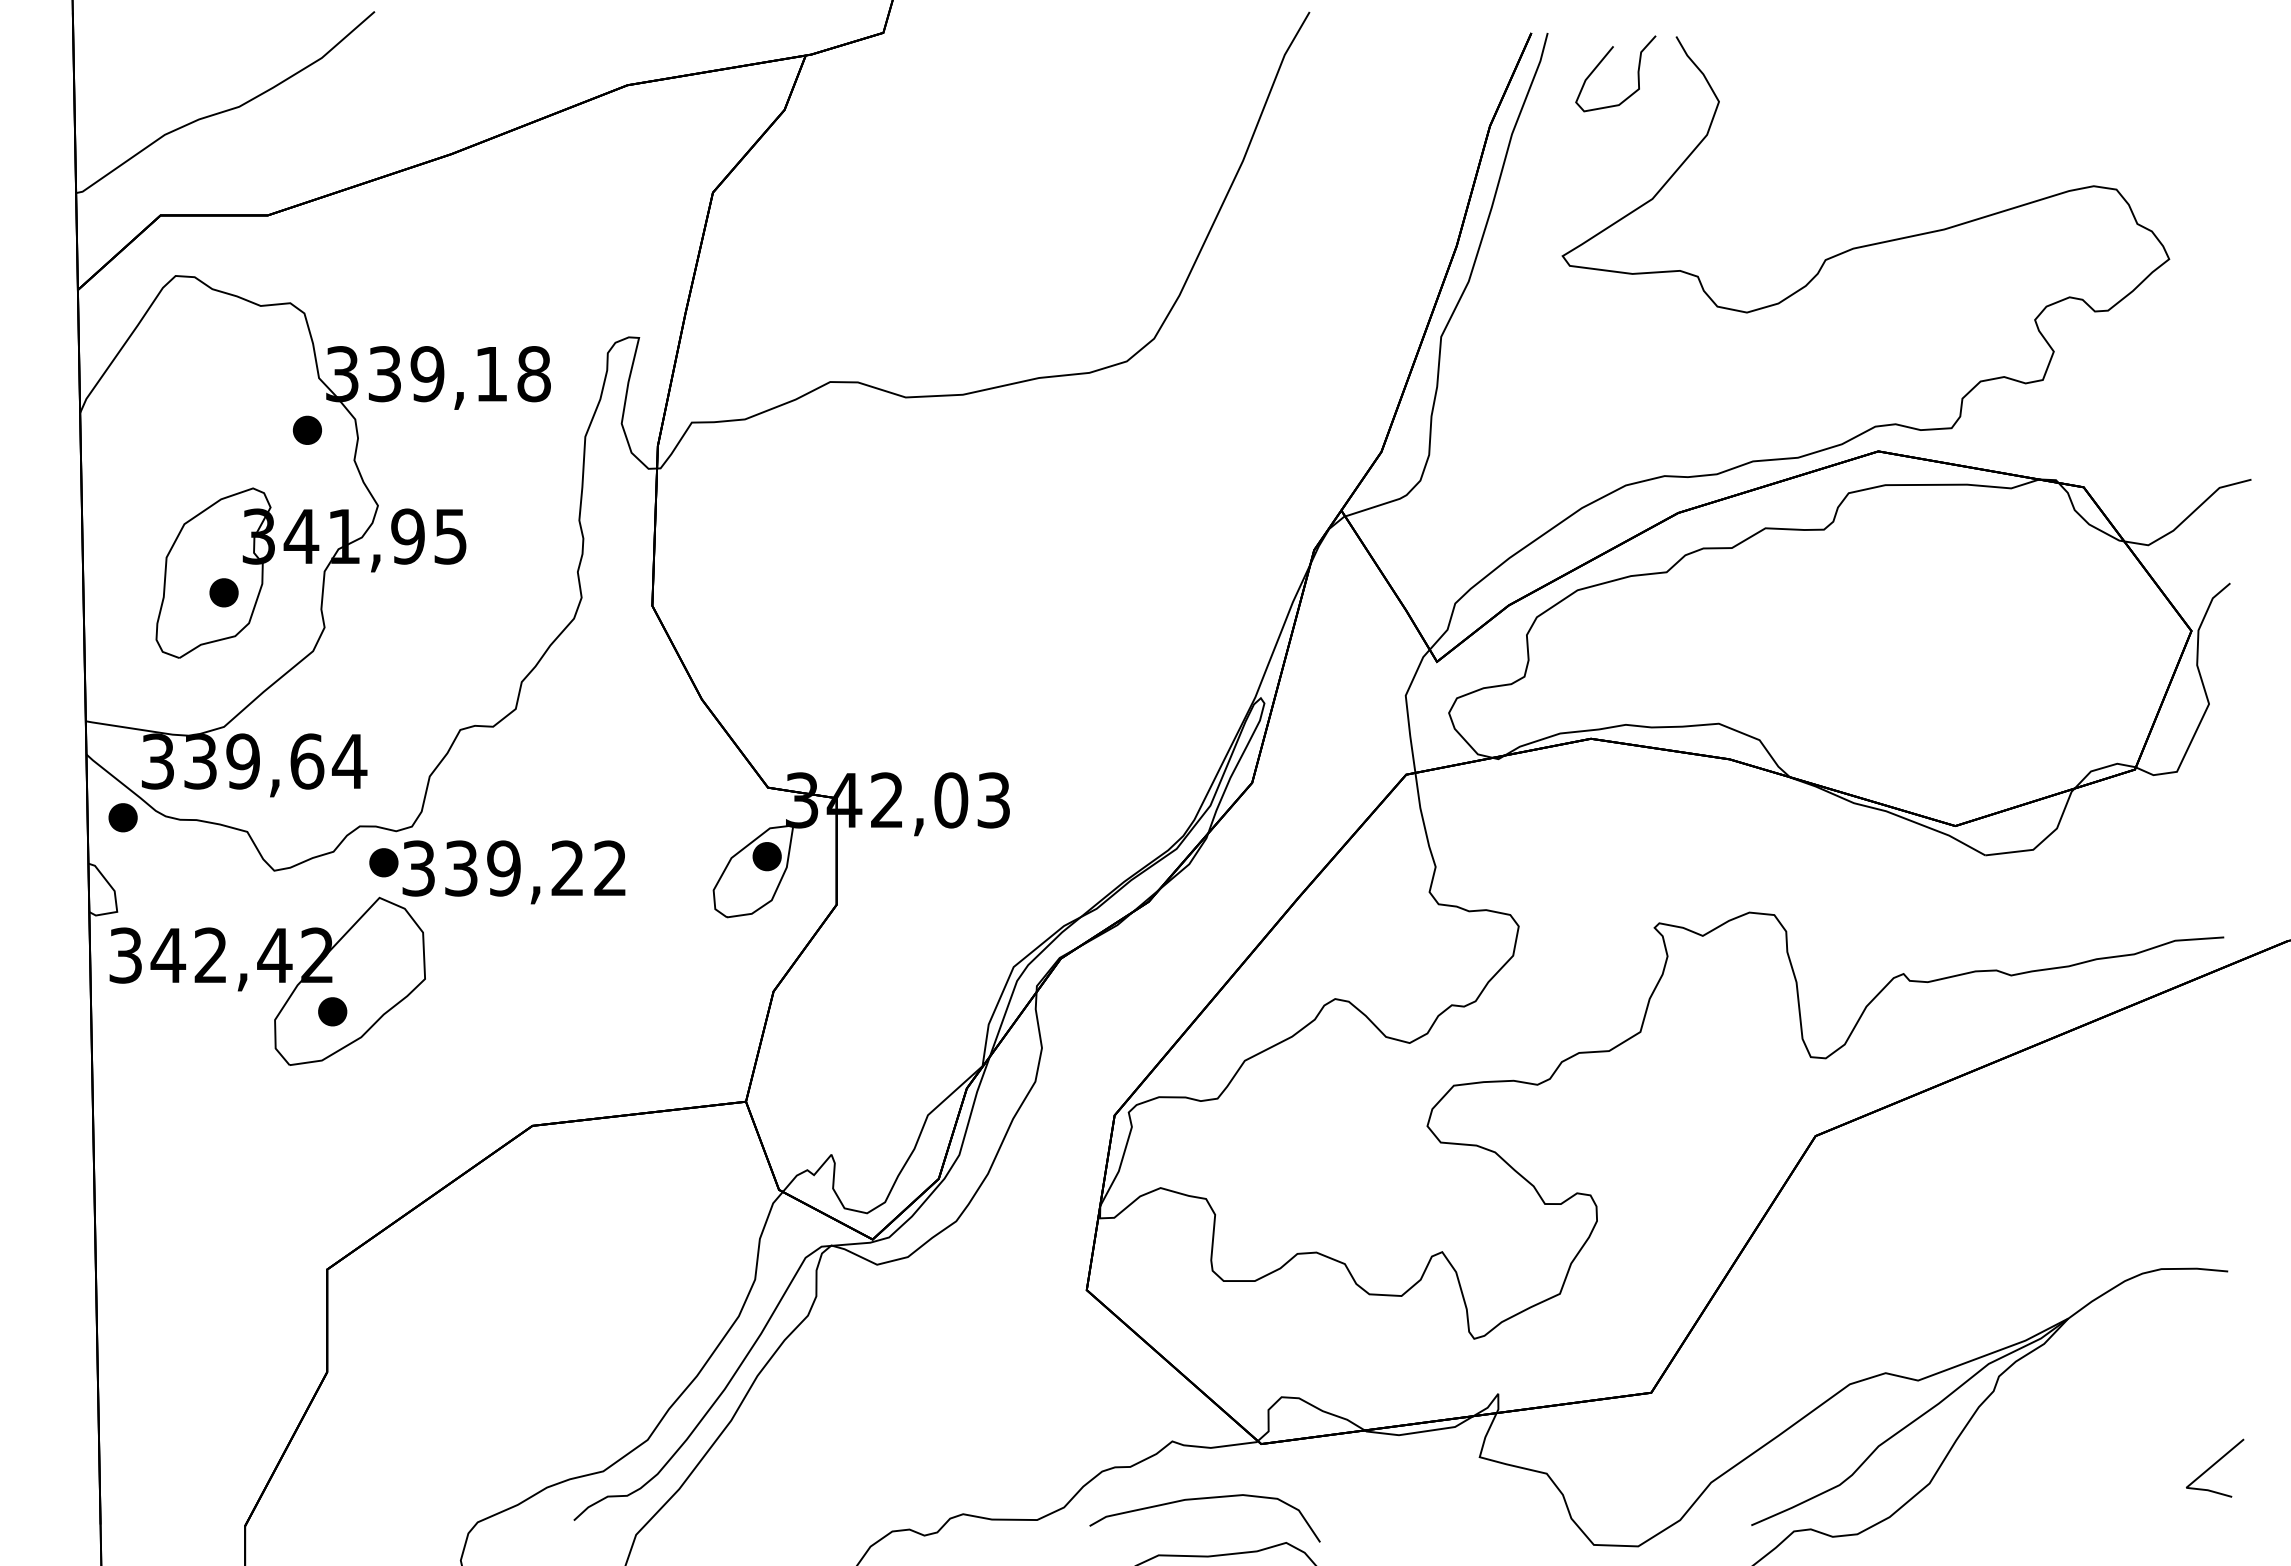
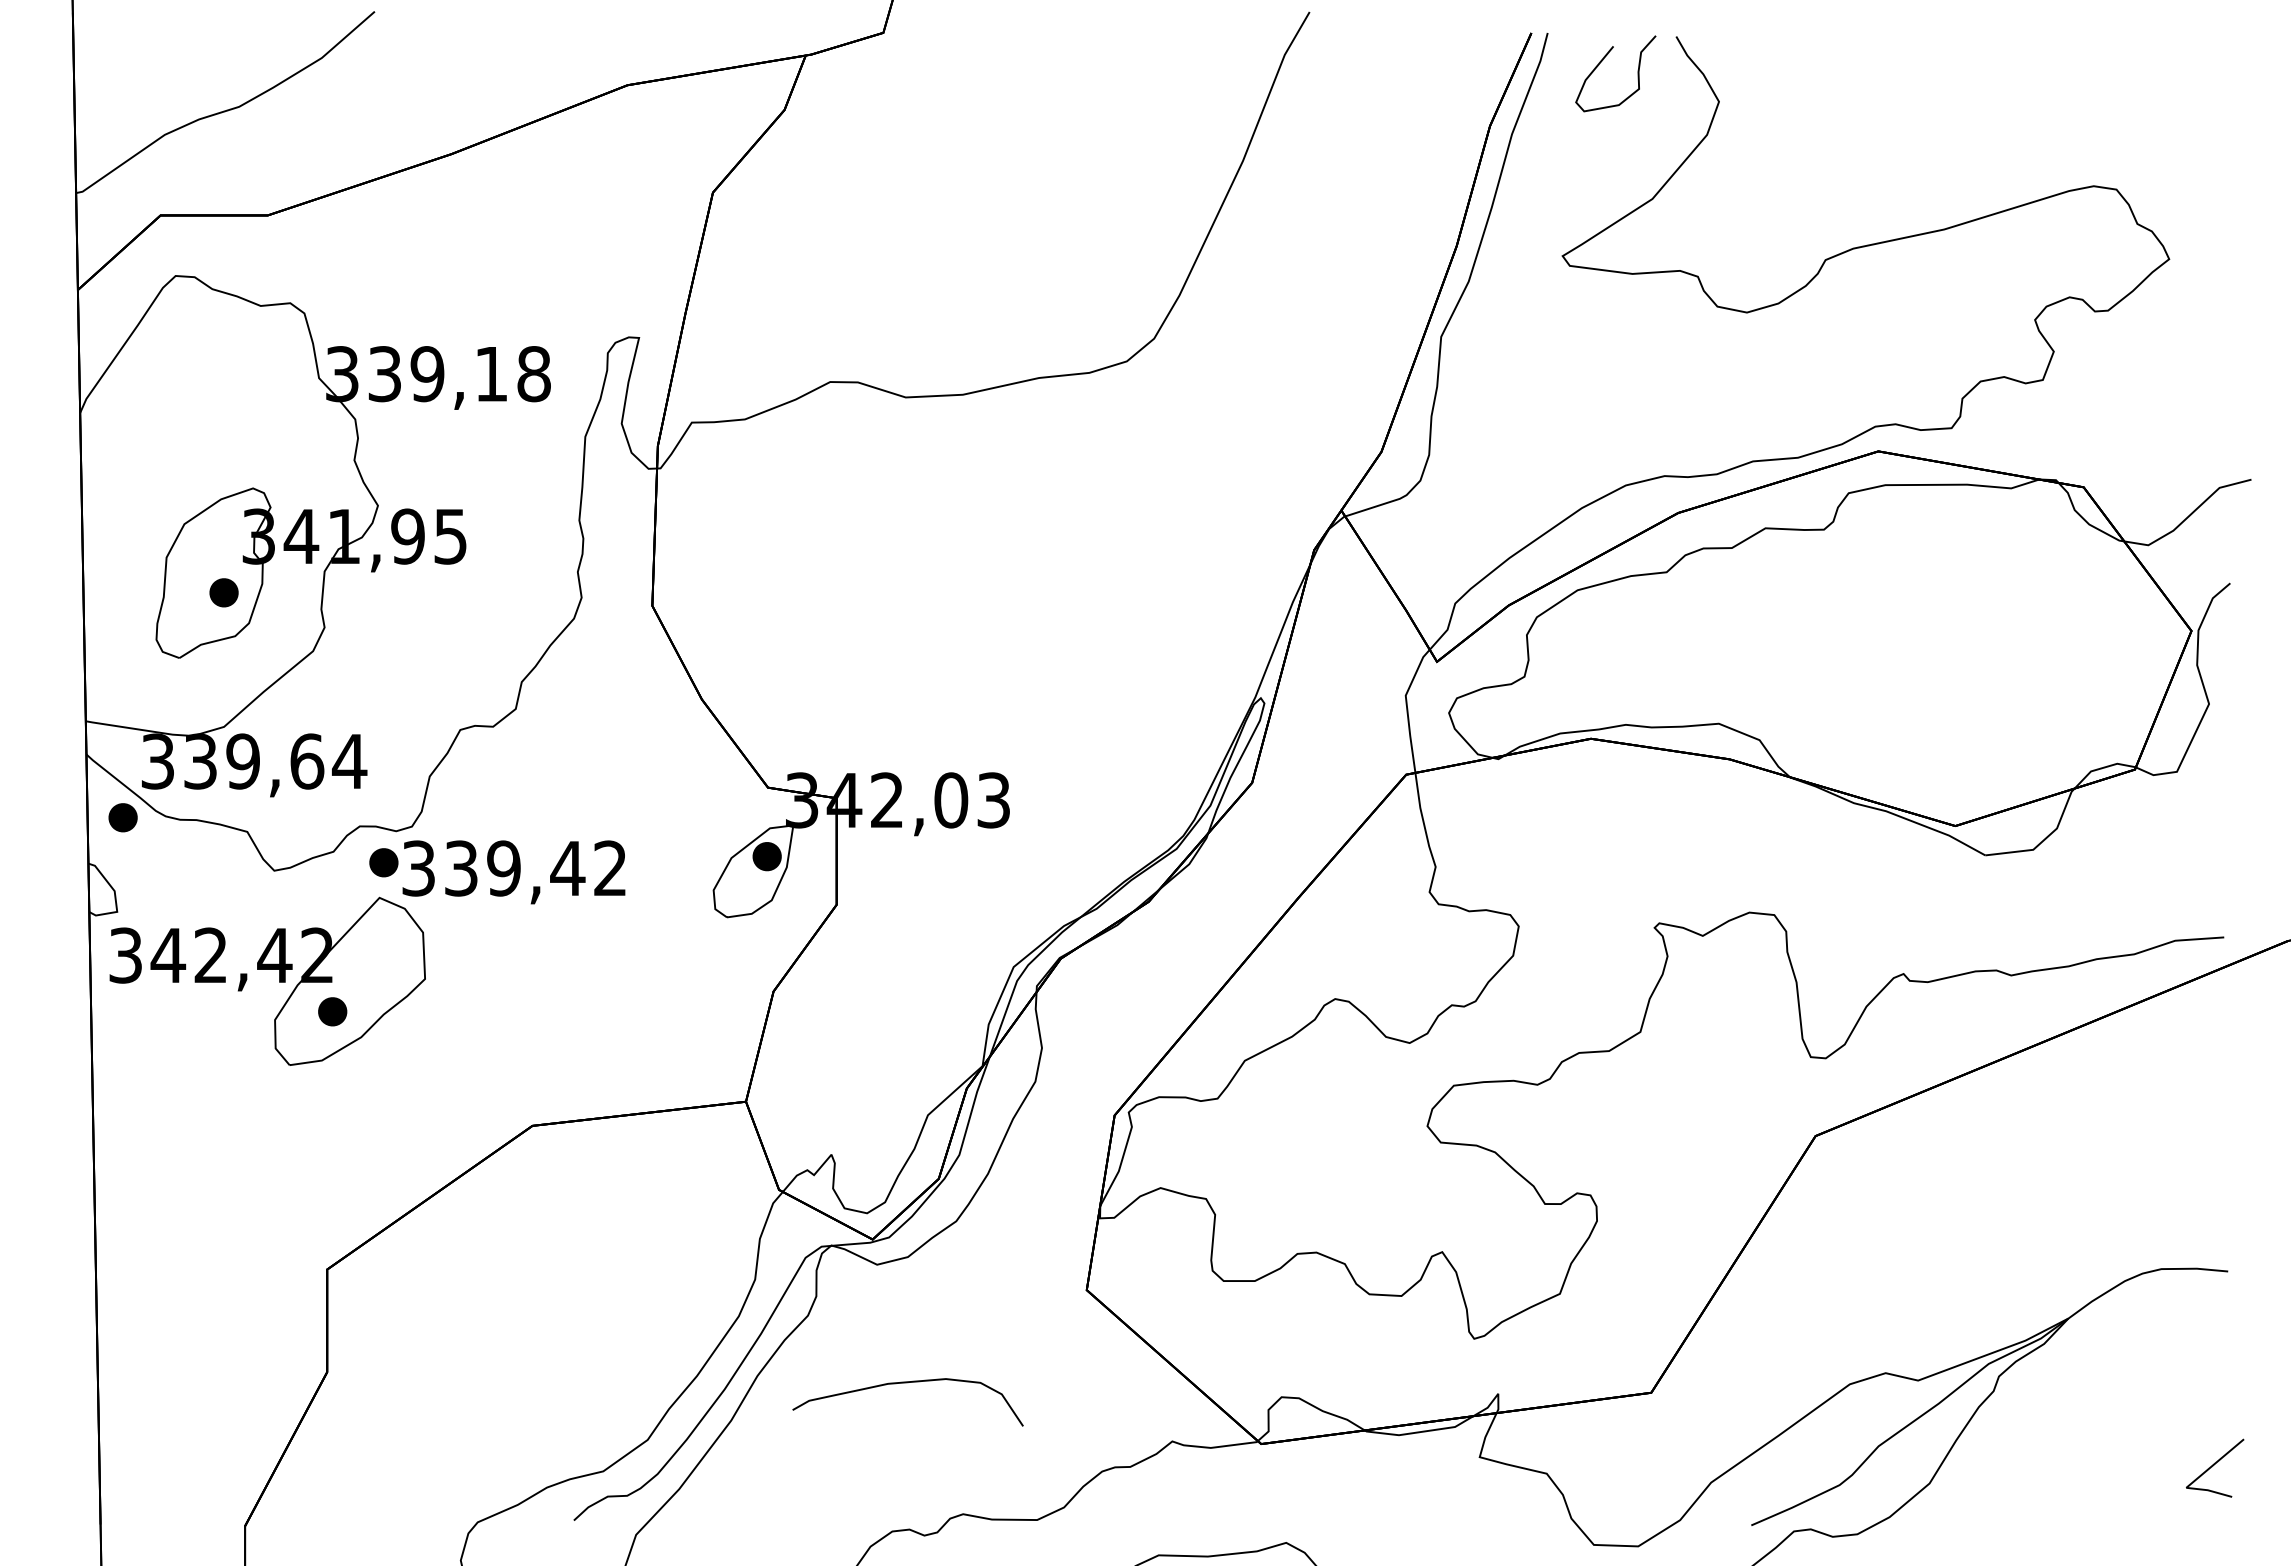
part at (307, 429): present -> none
text at (567, 867): 339,22 -> 339,42
curve at (1204, 1499) position: (1204, 1499) -> (907, 1383)
